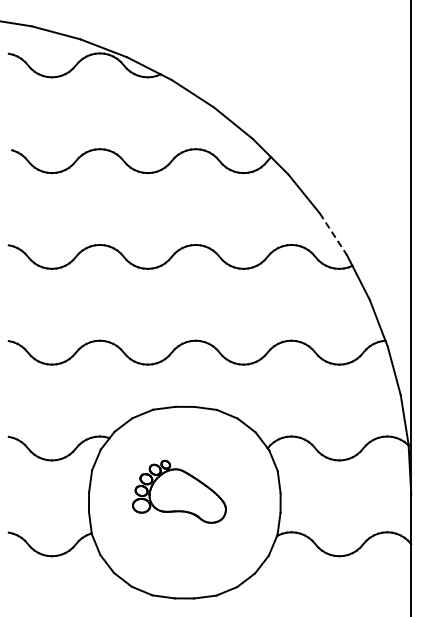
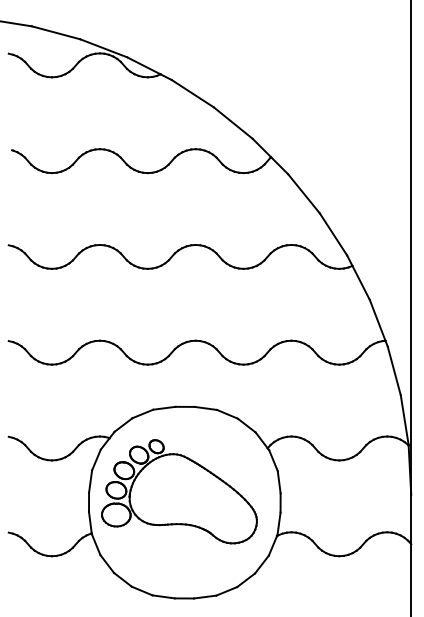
line at (333, 234): dashed -> solid
part at (179, 491) size: 95x65 px -> 157x106 px
